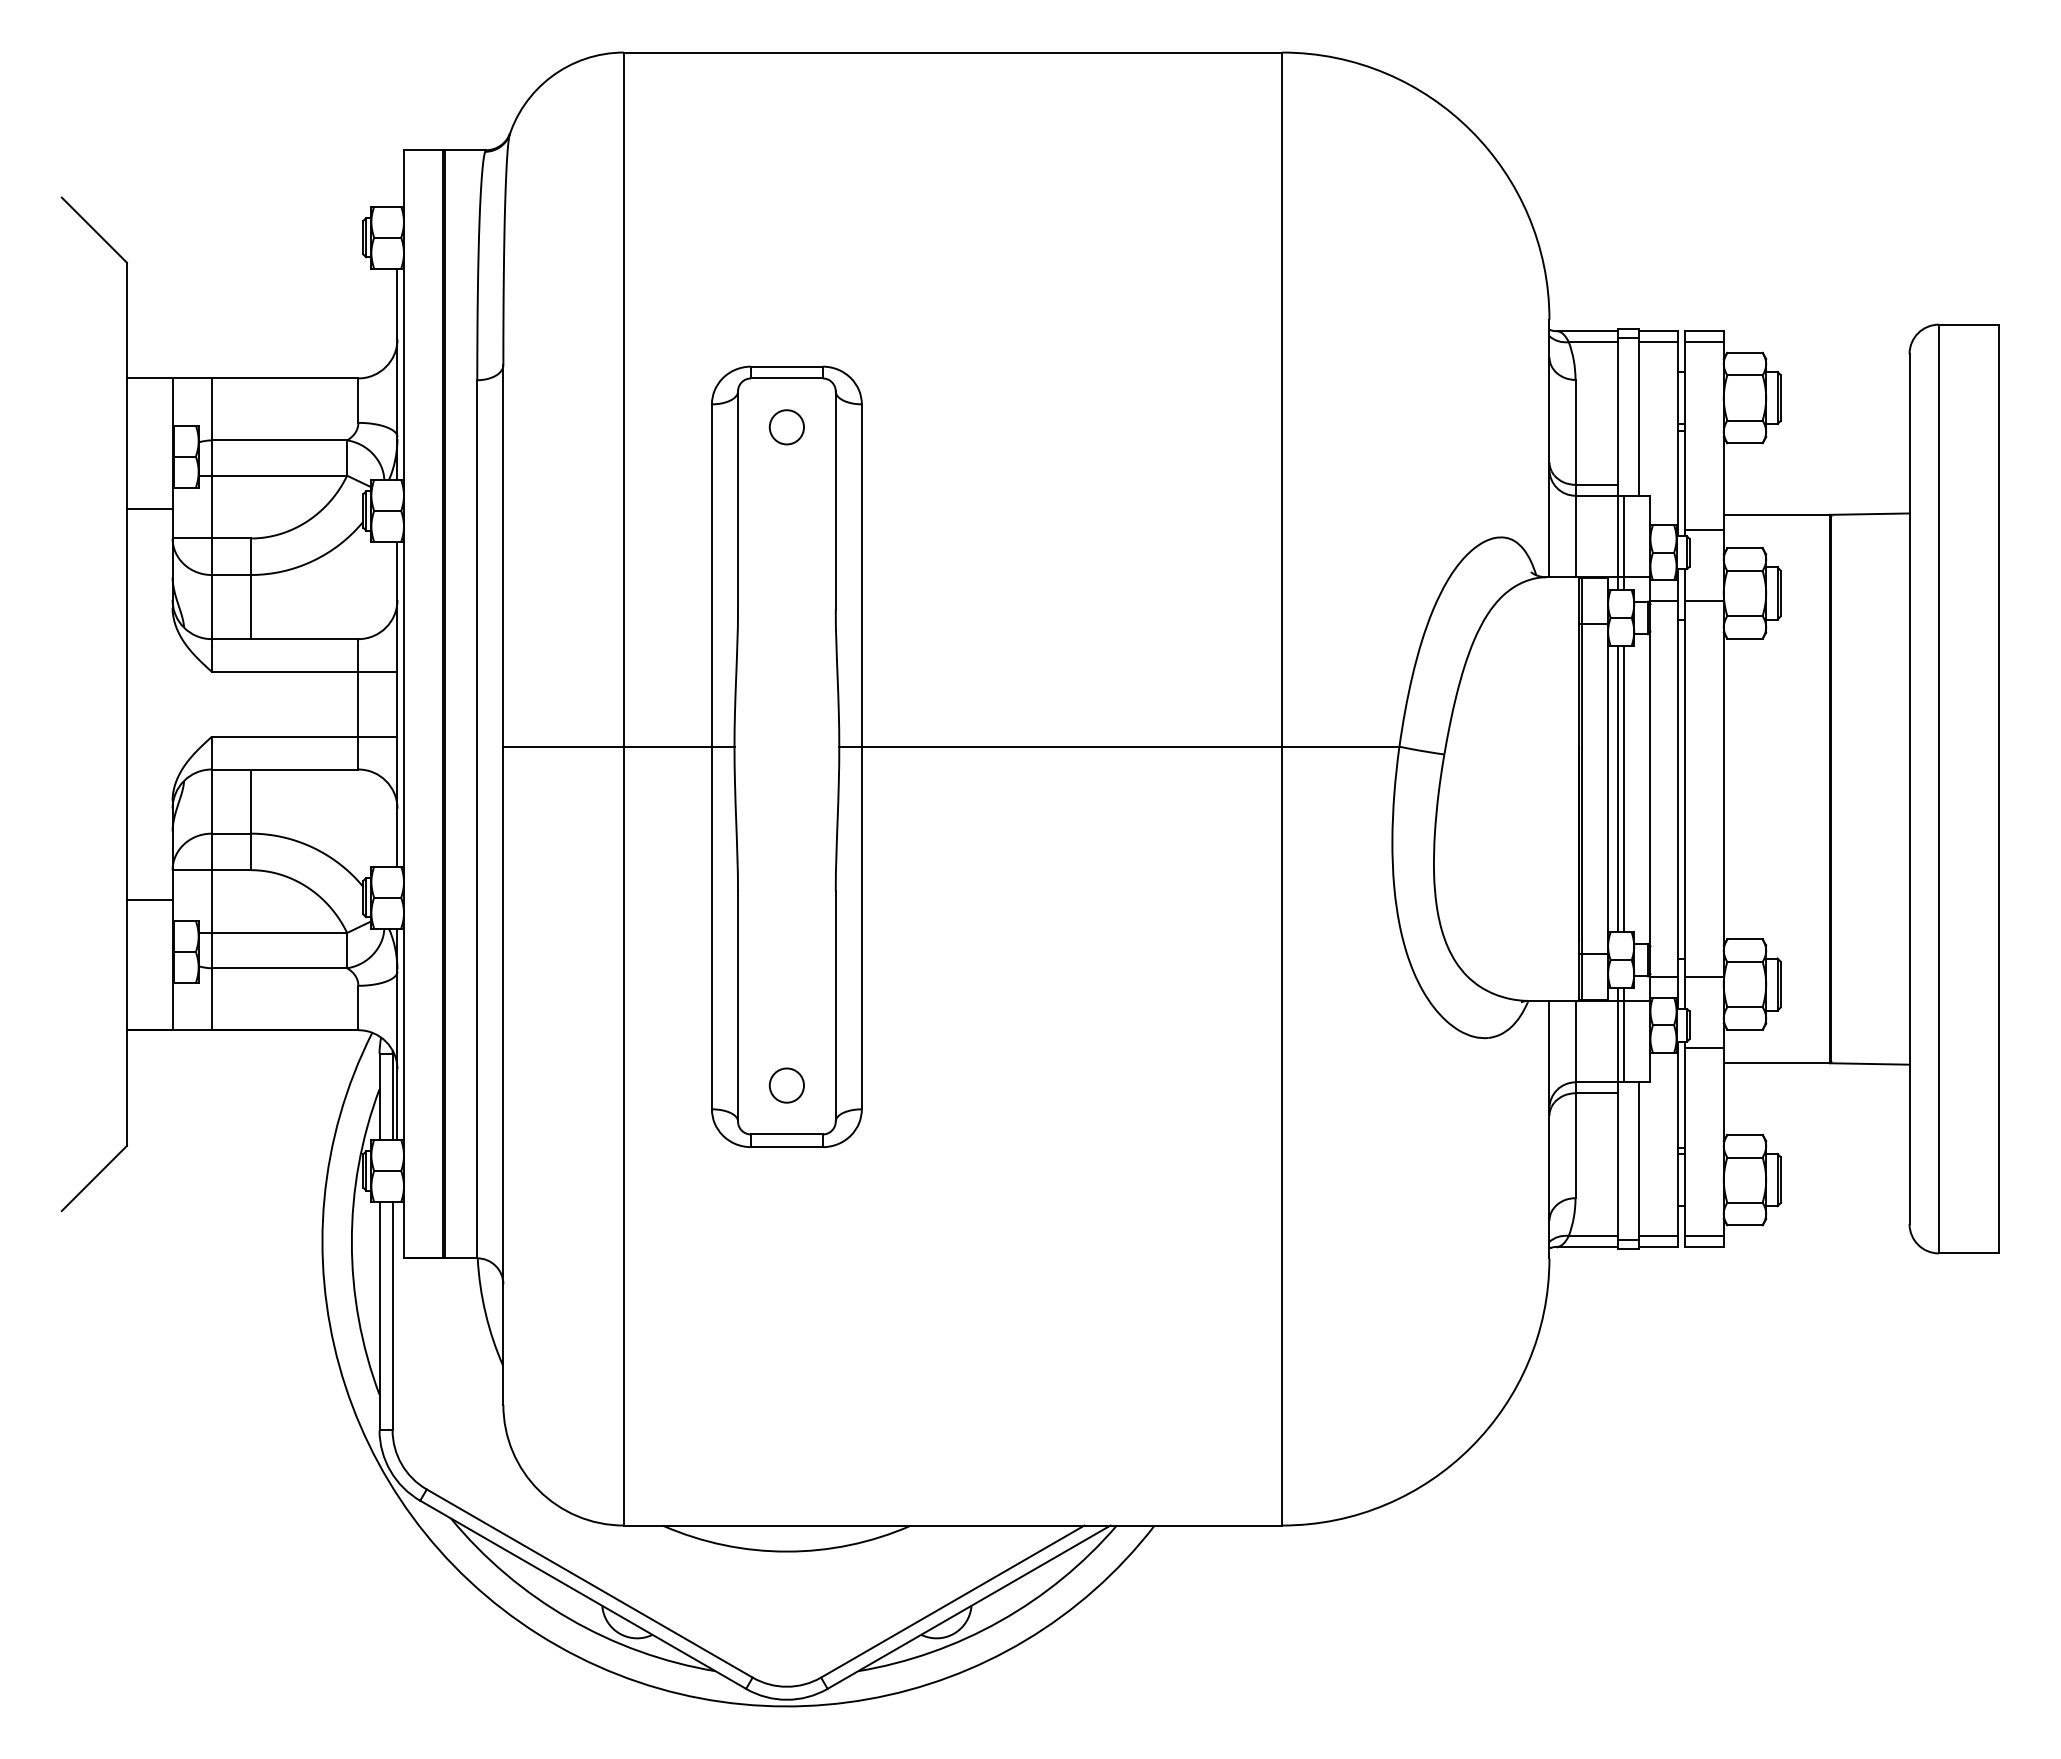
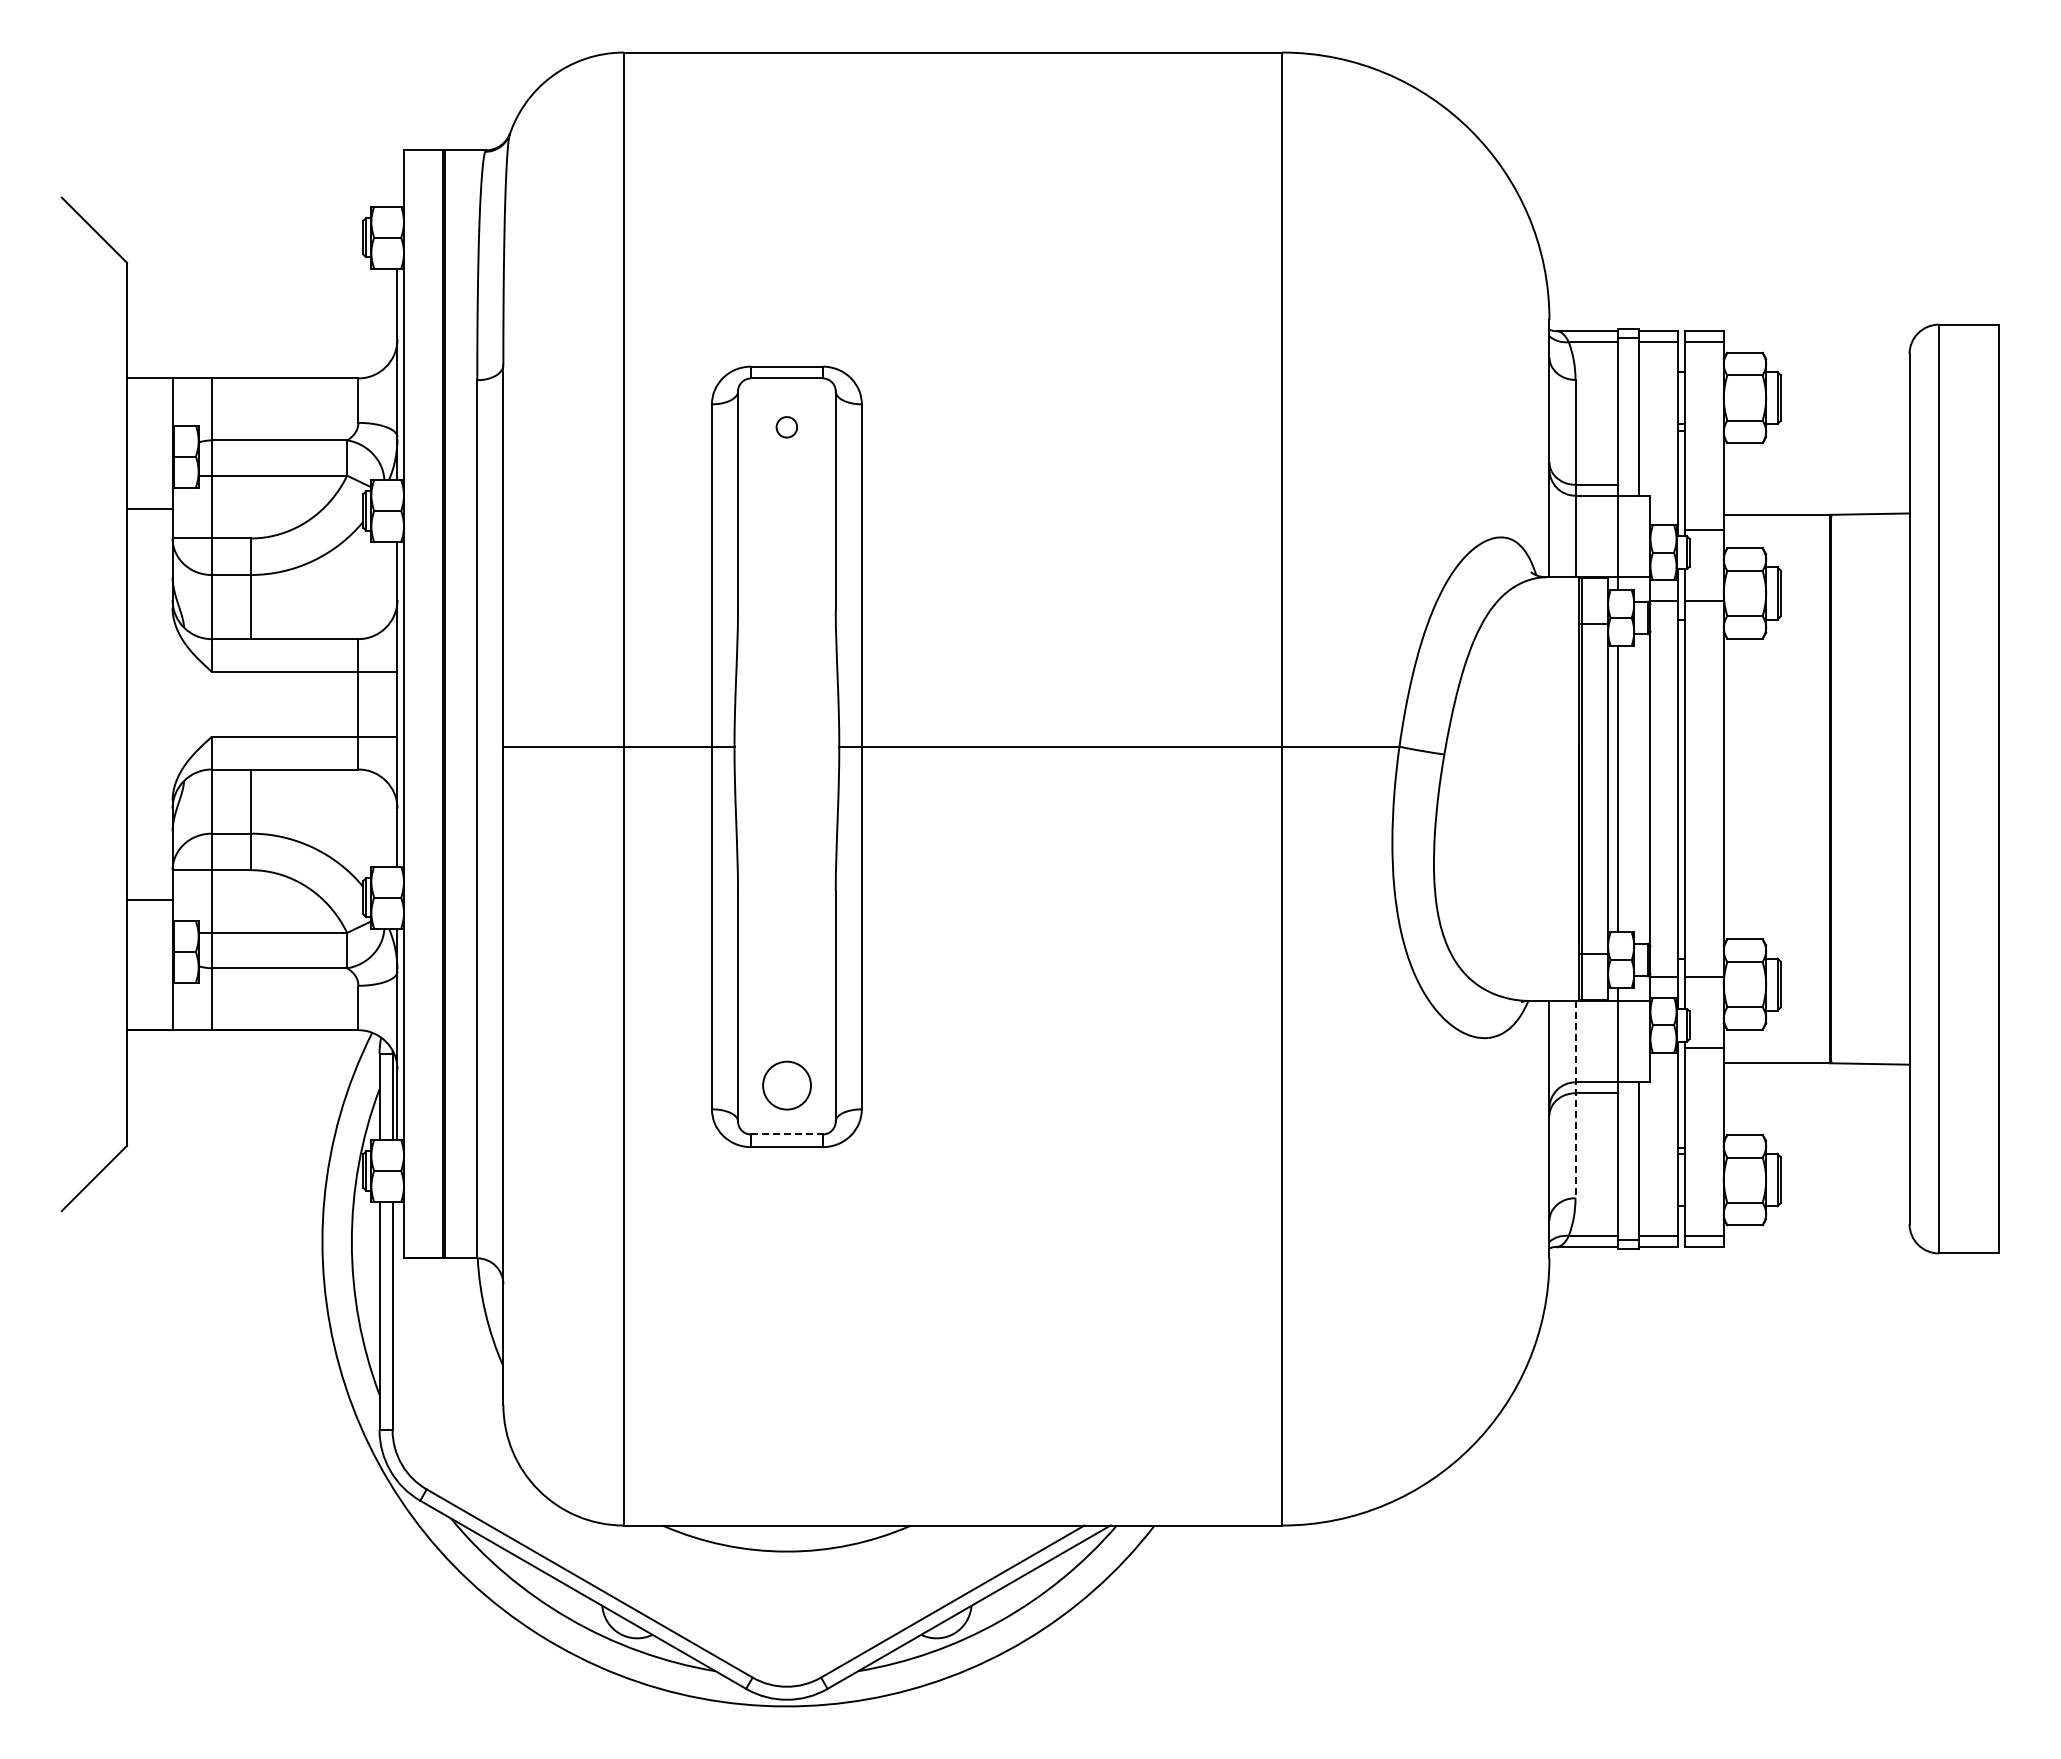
circle at (786, 427) diameter: 34 px -> 21 px
line at (1624, 542): present -> none
line at (1624, 788): present -> none
line at (1624, 1034): present -> none
circle at (786, 1085) size: 37x37 px -> 50x51 px
line at (1575, 1099): solid -> dashed
line at (786, 1134): solid -> dashed
